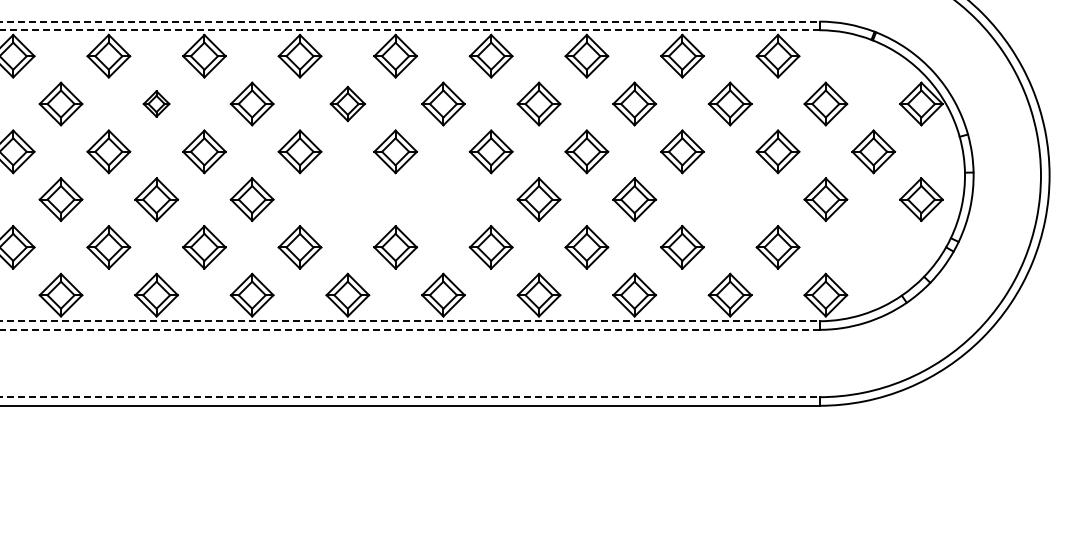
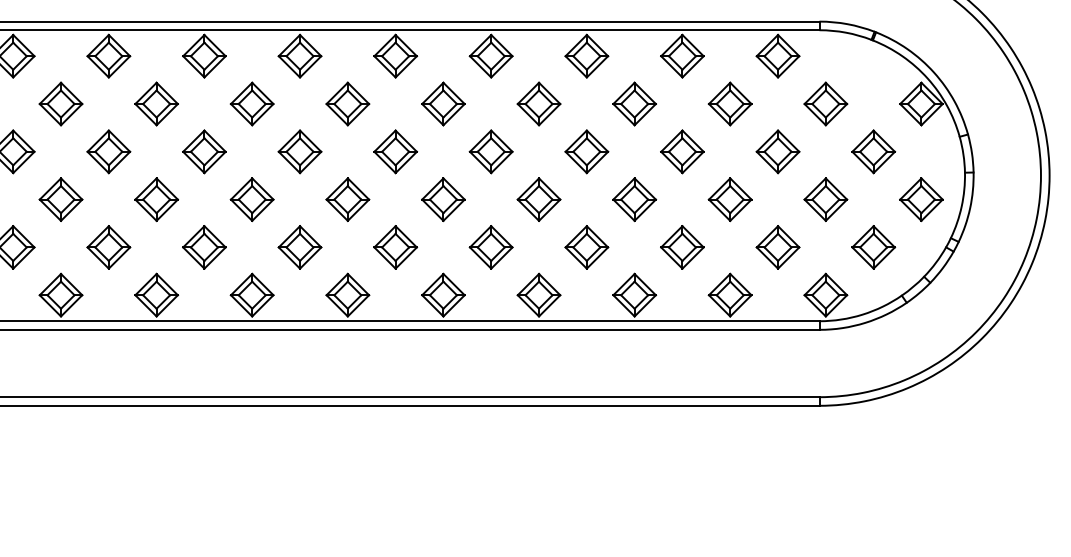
line at (410, 21): dashed -> solid
line at (409, 30): dashed -> solid
part at (156, 103) size: 29x28 px -> 45x46 px
part at (347, 103) size: 37x38 px -> 46x46 px
part at (347, 199): none -> present
part at (443, 199): none -> present
part at (729, 199): none -> present
part at (873, 247): none -> present
line at (410, 321): dashed -> solid
line at (409, 329): dashed -> solid
line at (410, 397): dashed -> solid
